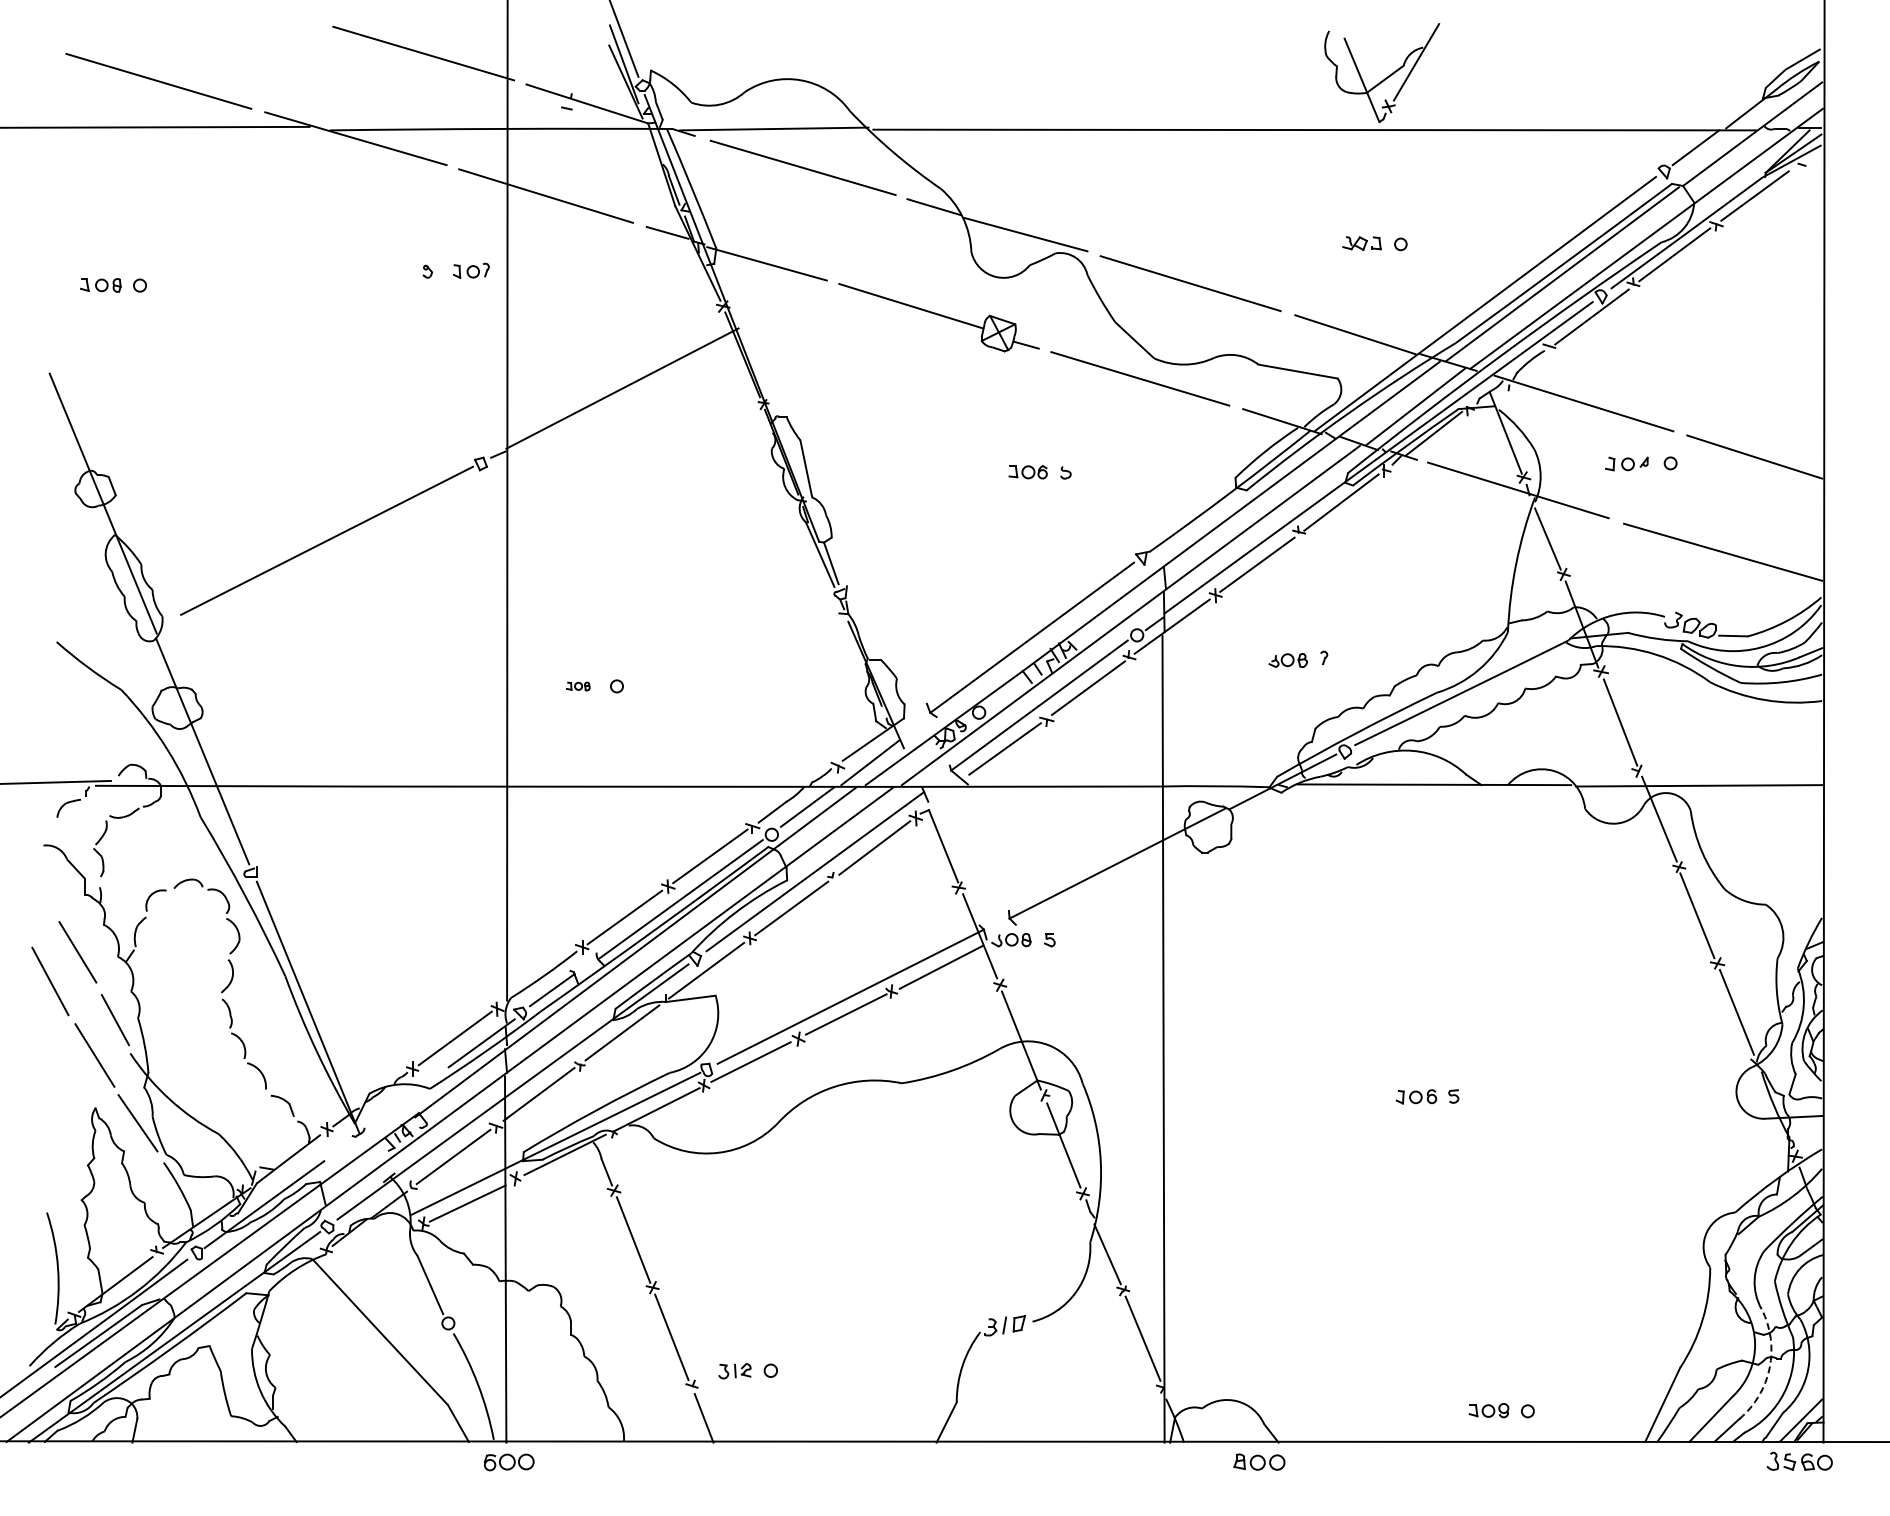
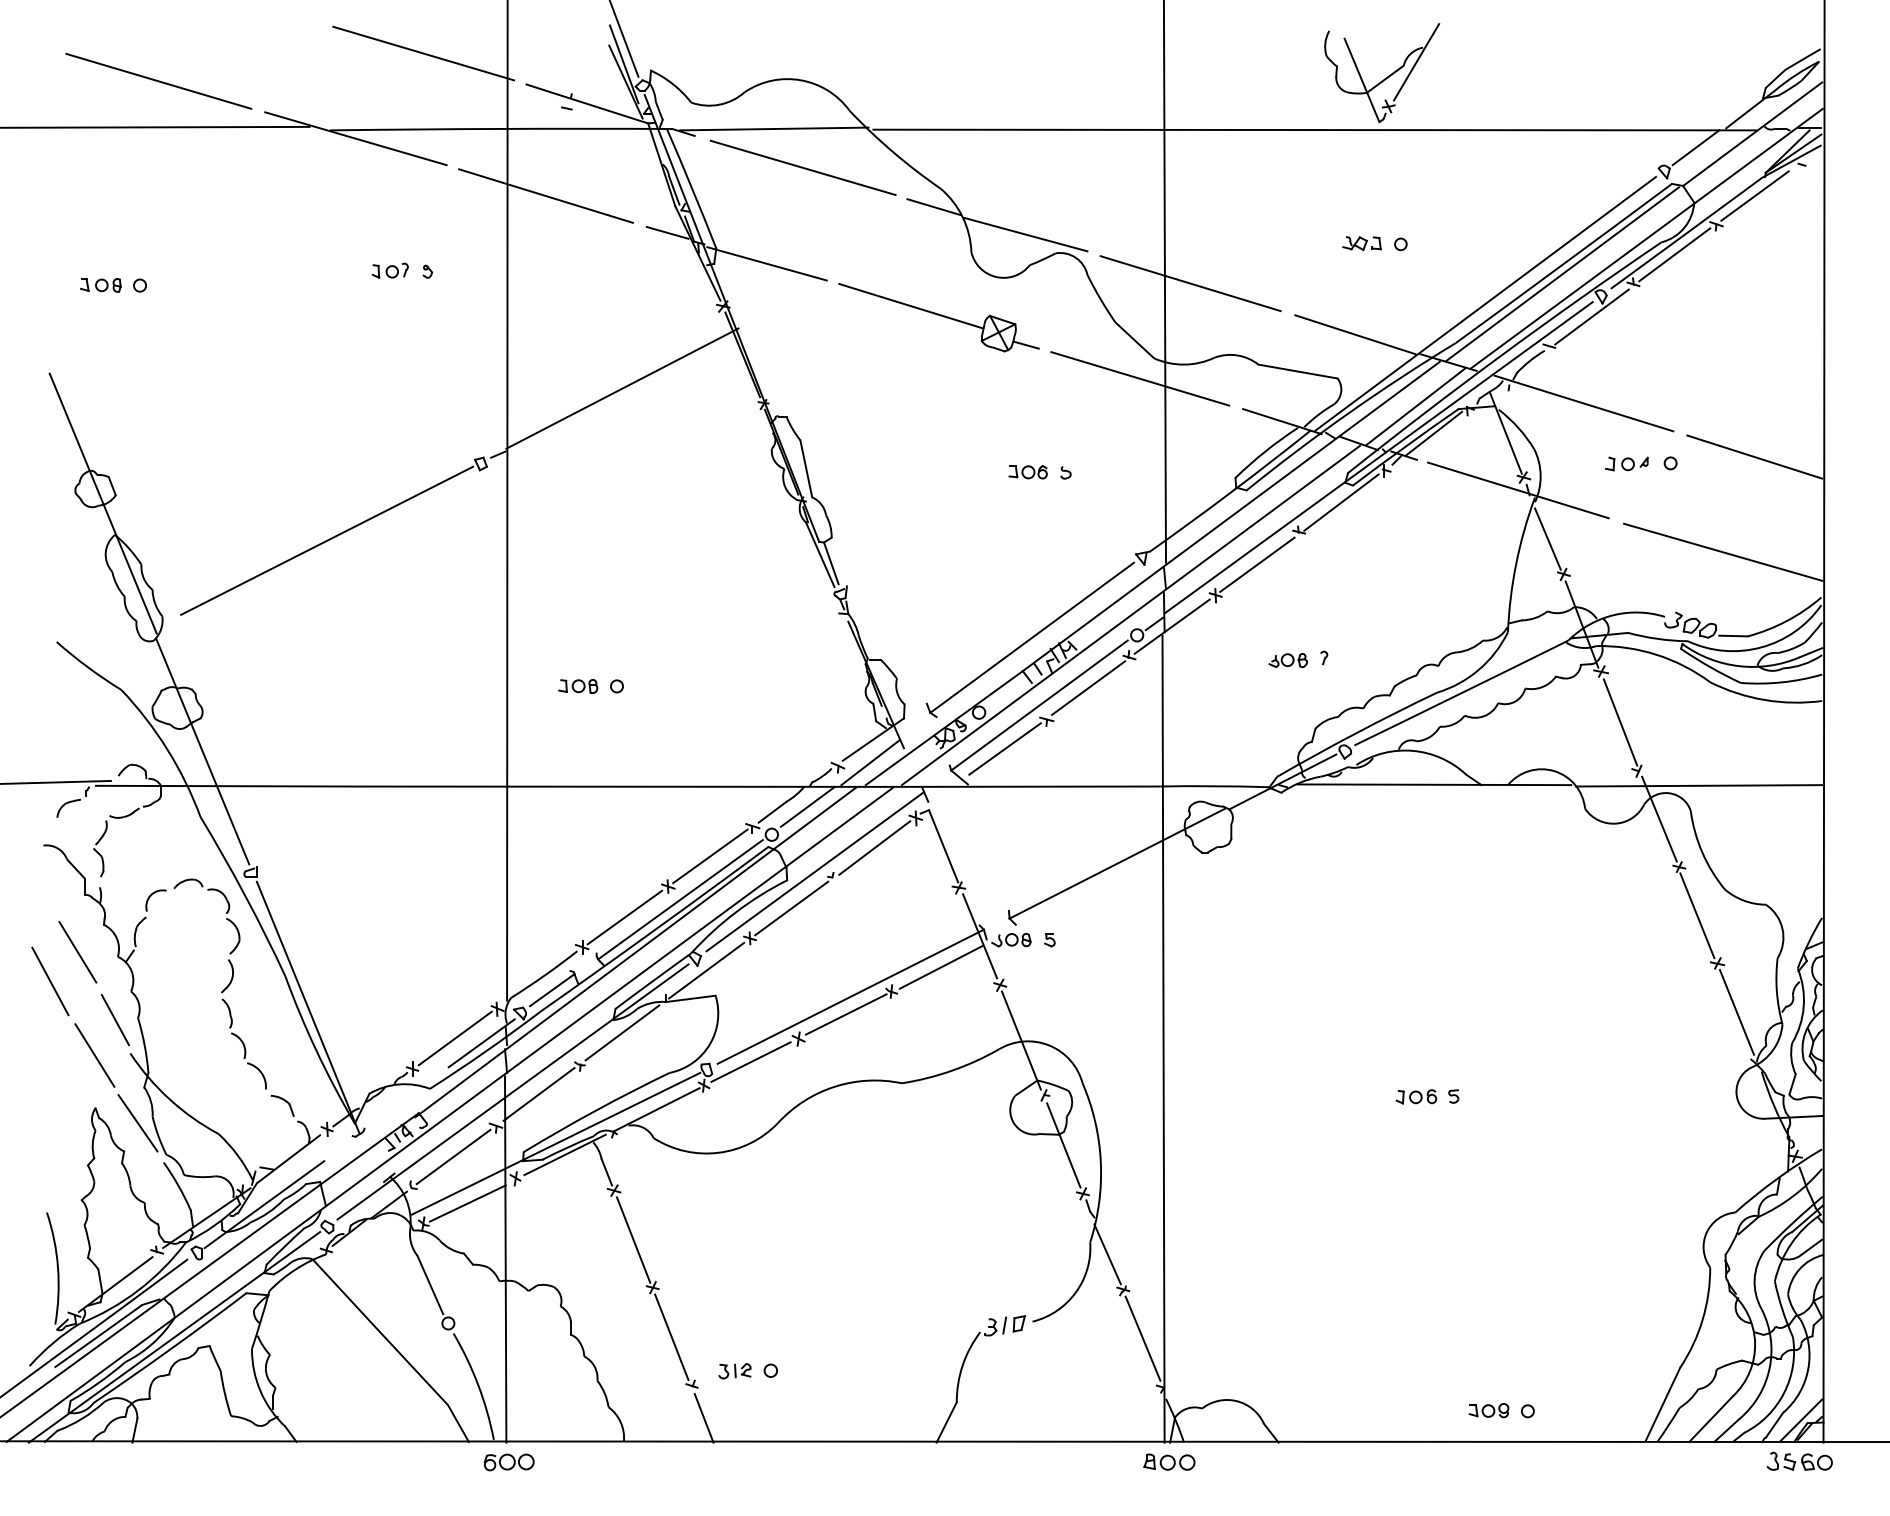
part at (470, 270) position: (470, 270) -> (389, 270)
line at (1164, 282): none -> present
part at (578, 686) size: 25x11 px -> 41x15 px
arc at (1769, 1367): dashed -> solid
part at (1259, 1461) position: (1259, 1461) -> (1169, 1461)
